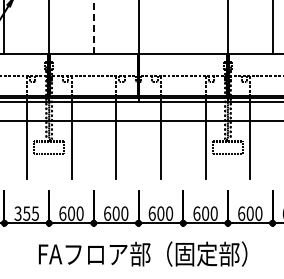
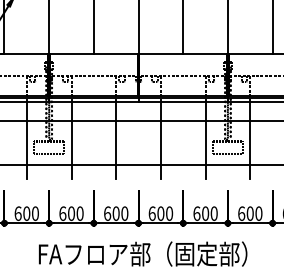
line at (93, 26): dashed -> solid
line at (183, 27): none -> present
line at (141, 165): none -> present
text at (26, 213): 355 -> 600
